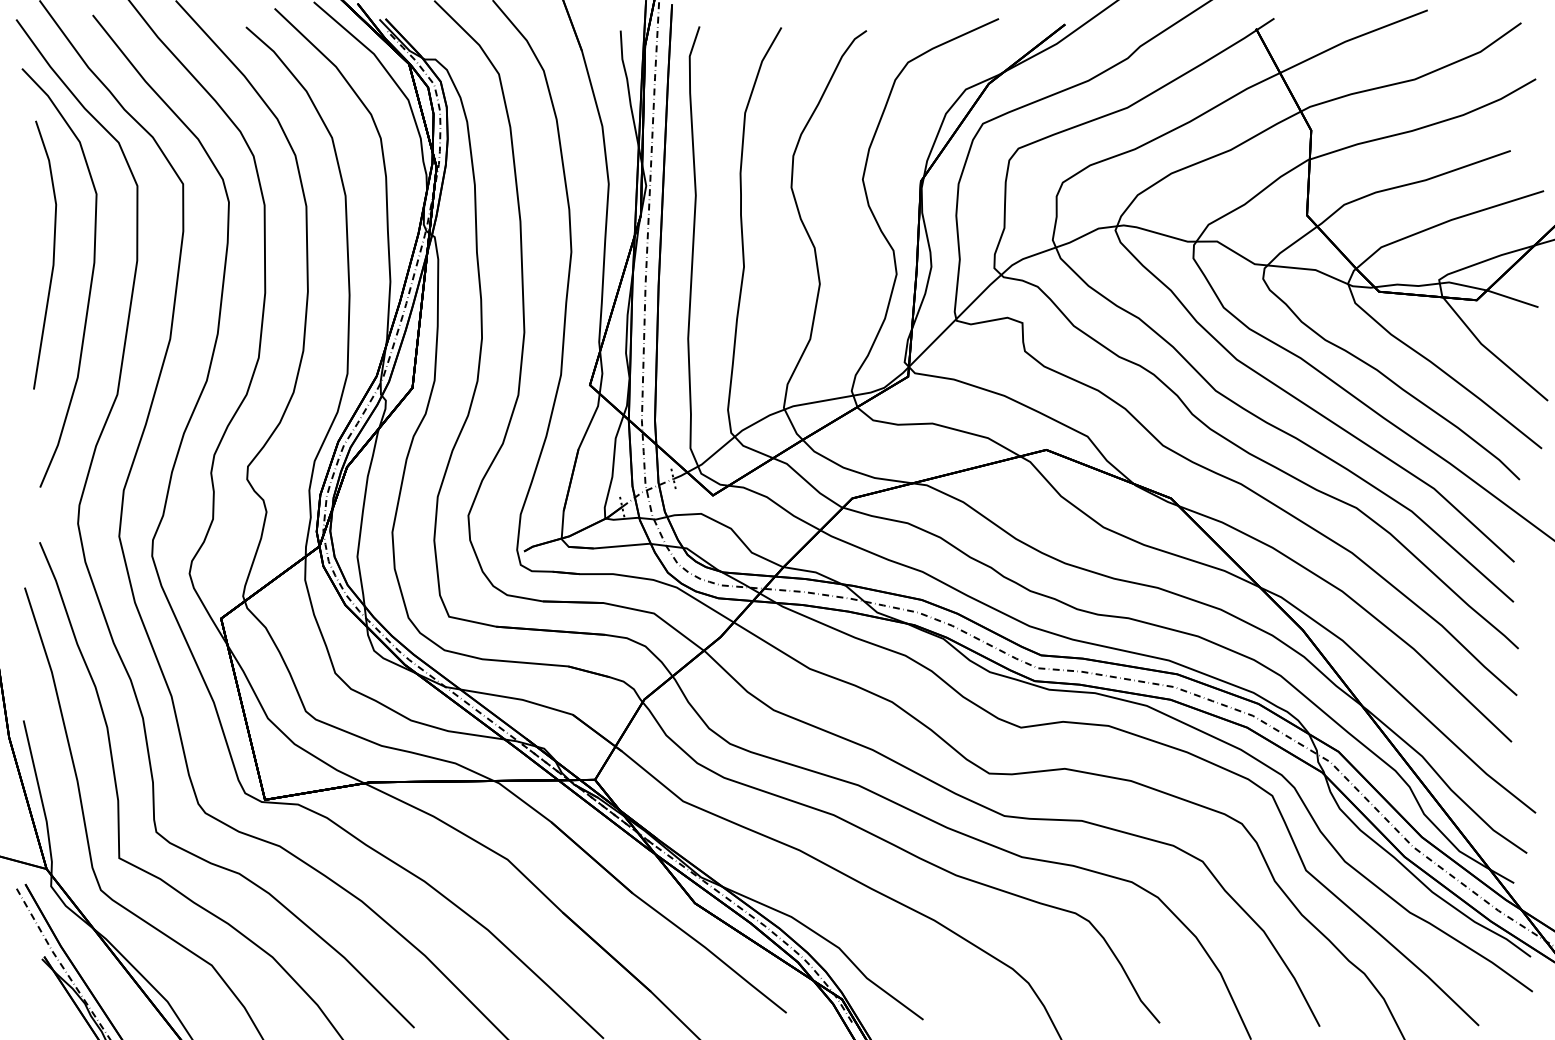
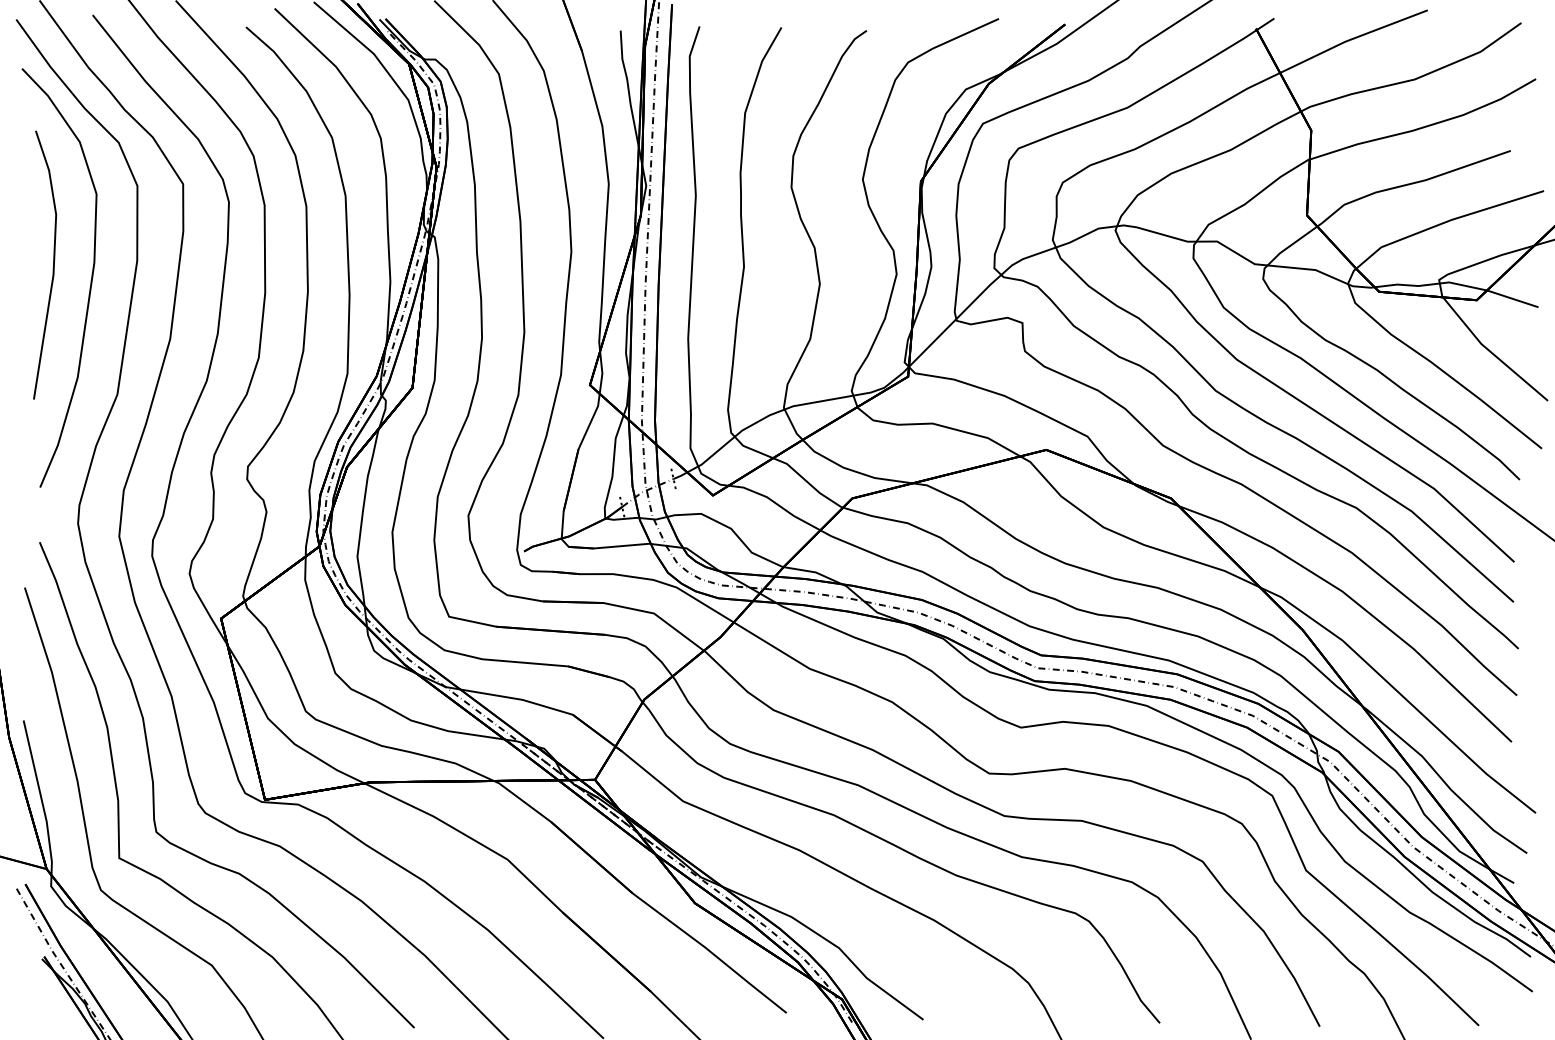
line at (53, 254) position: (53, 254) -> (53, 264)
